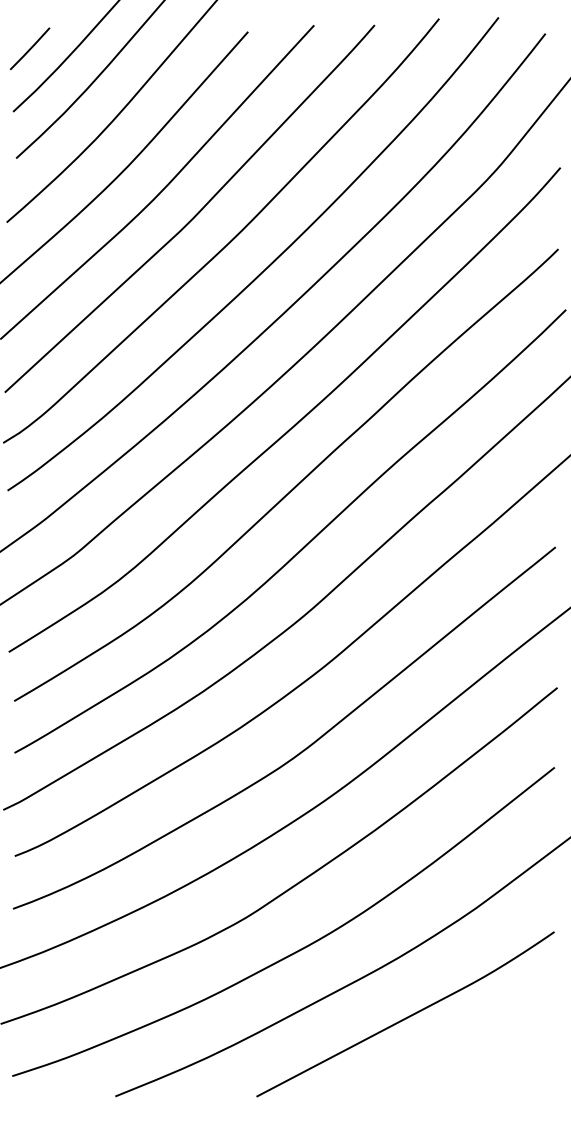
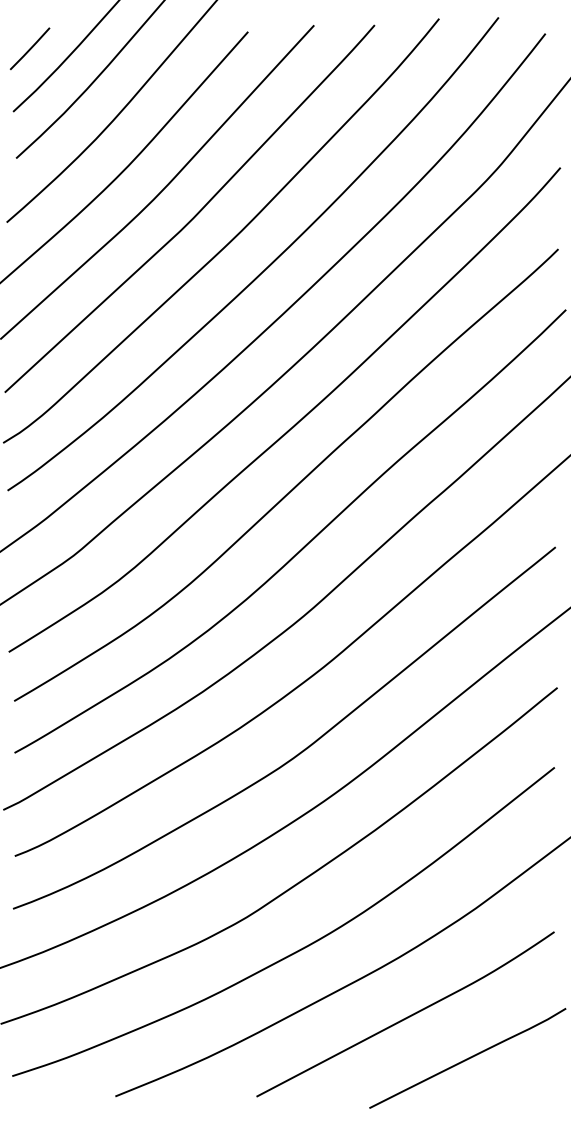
curve at (467, 1058): none -> present
